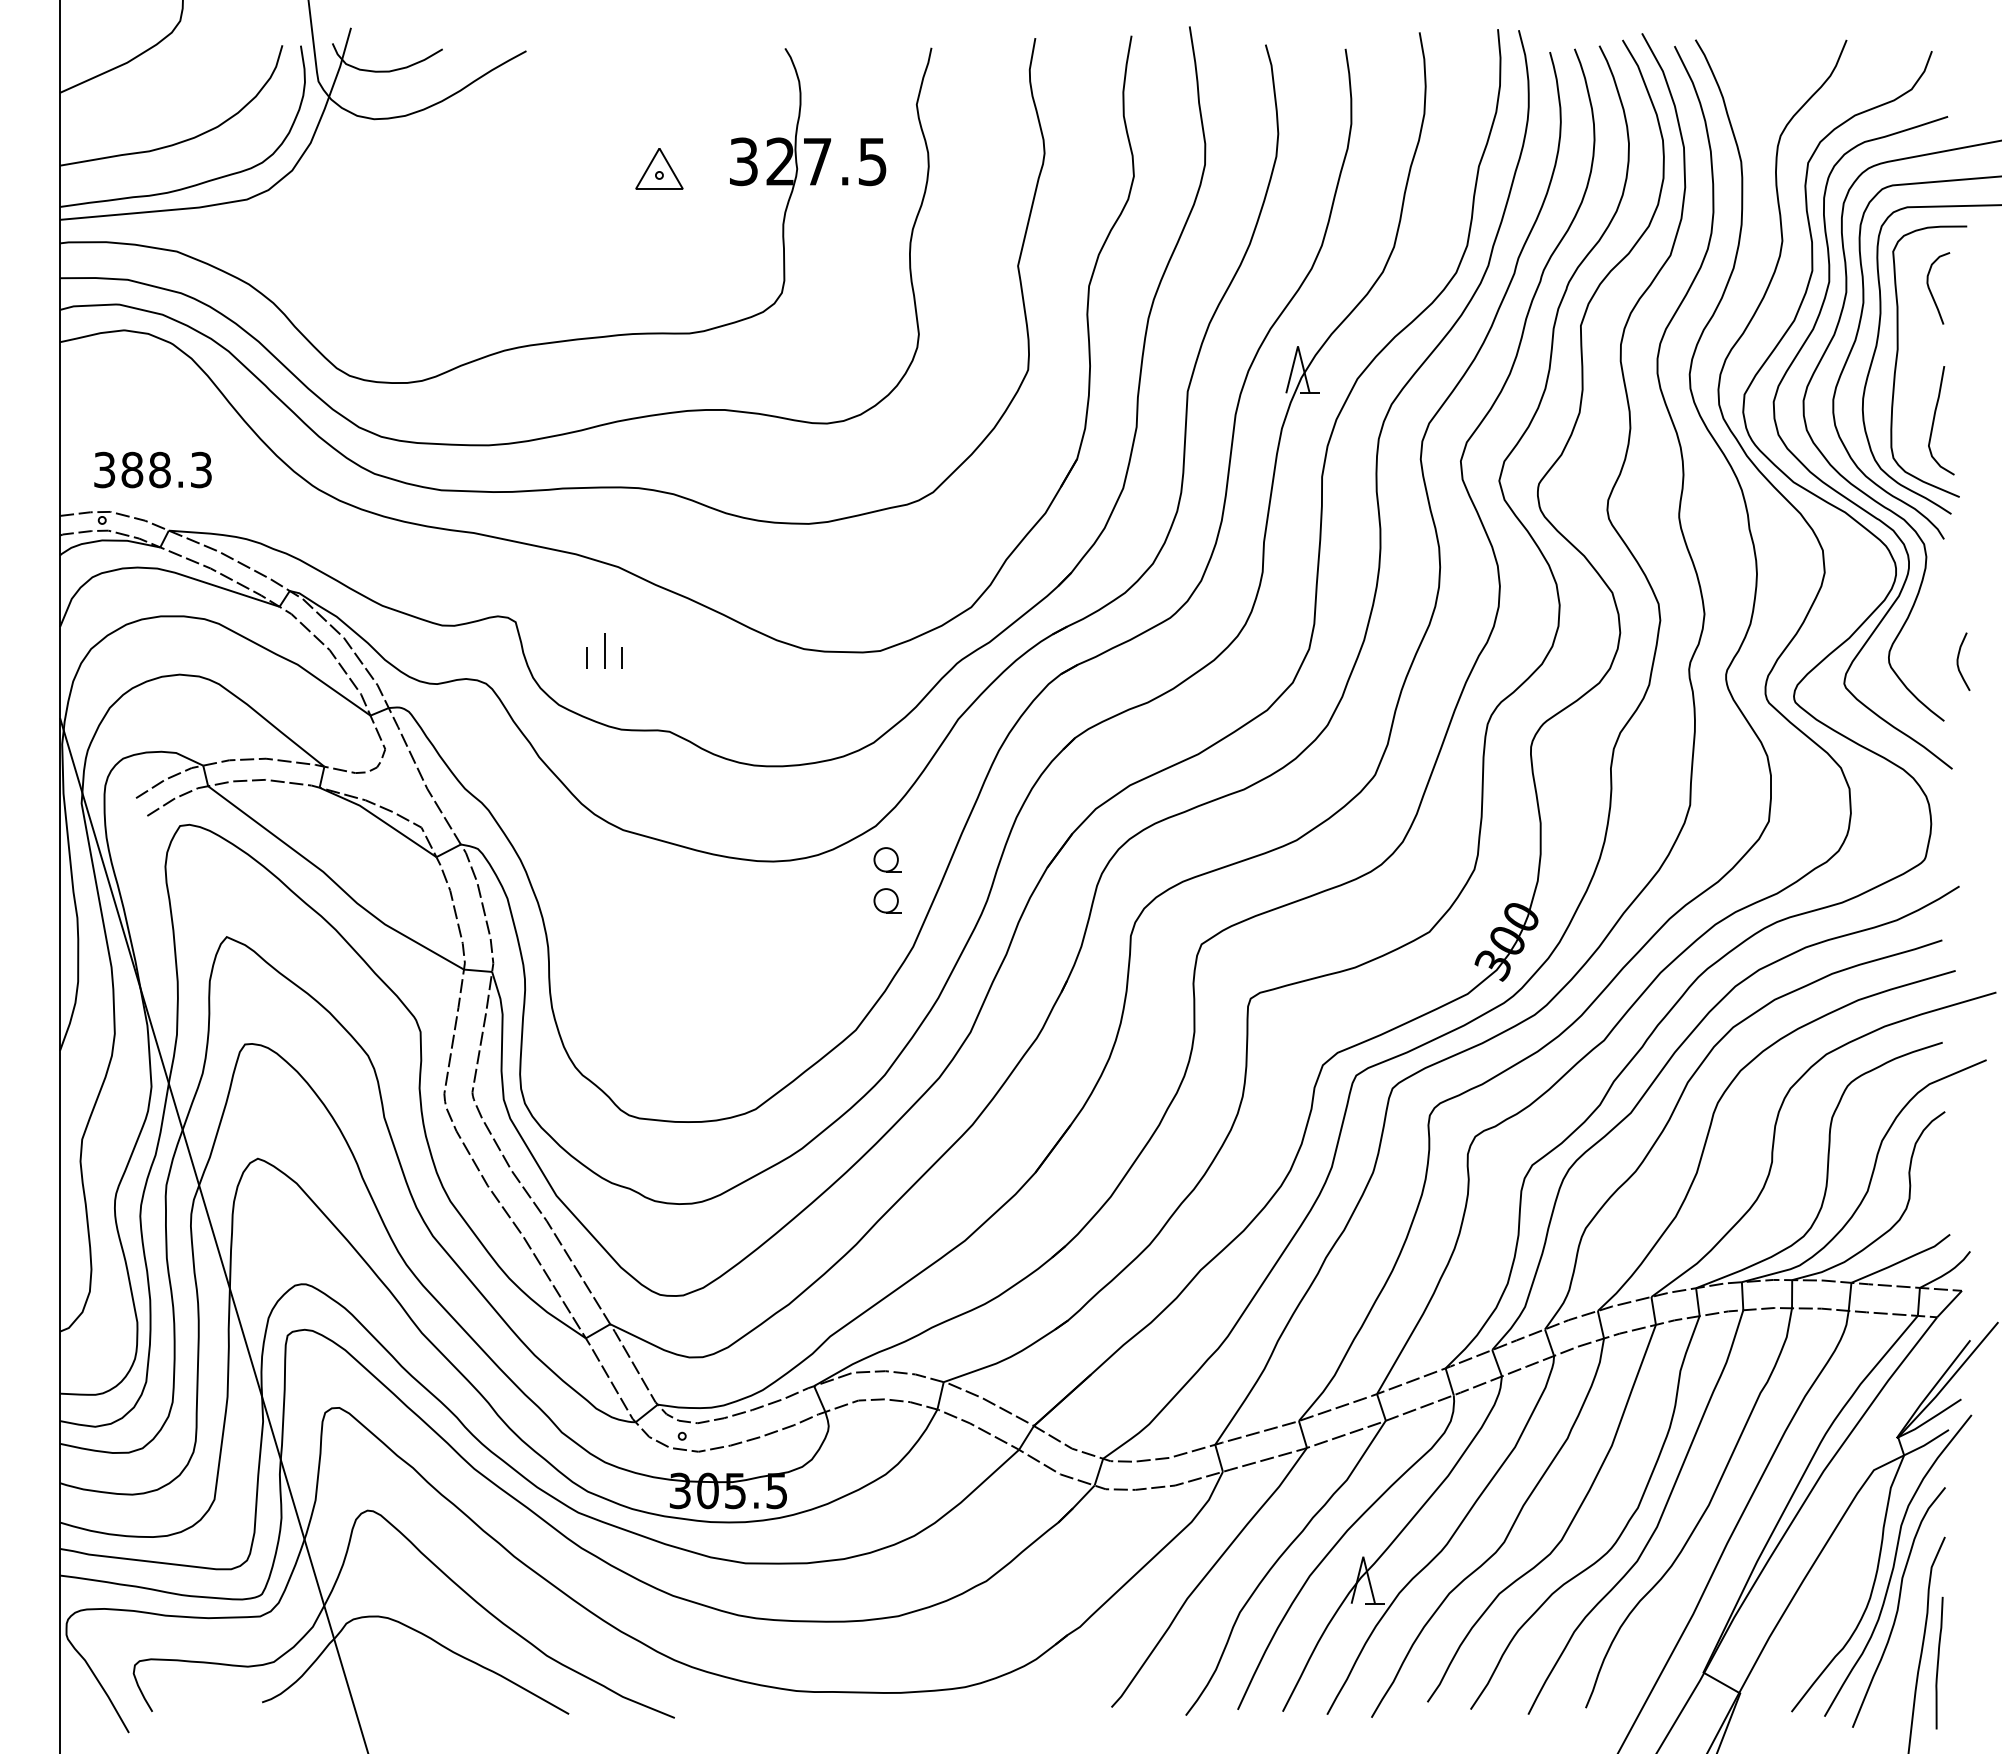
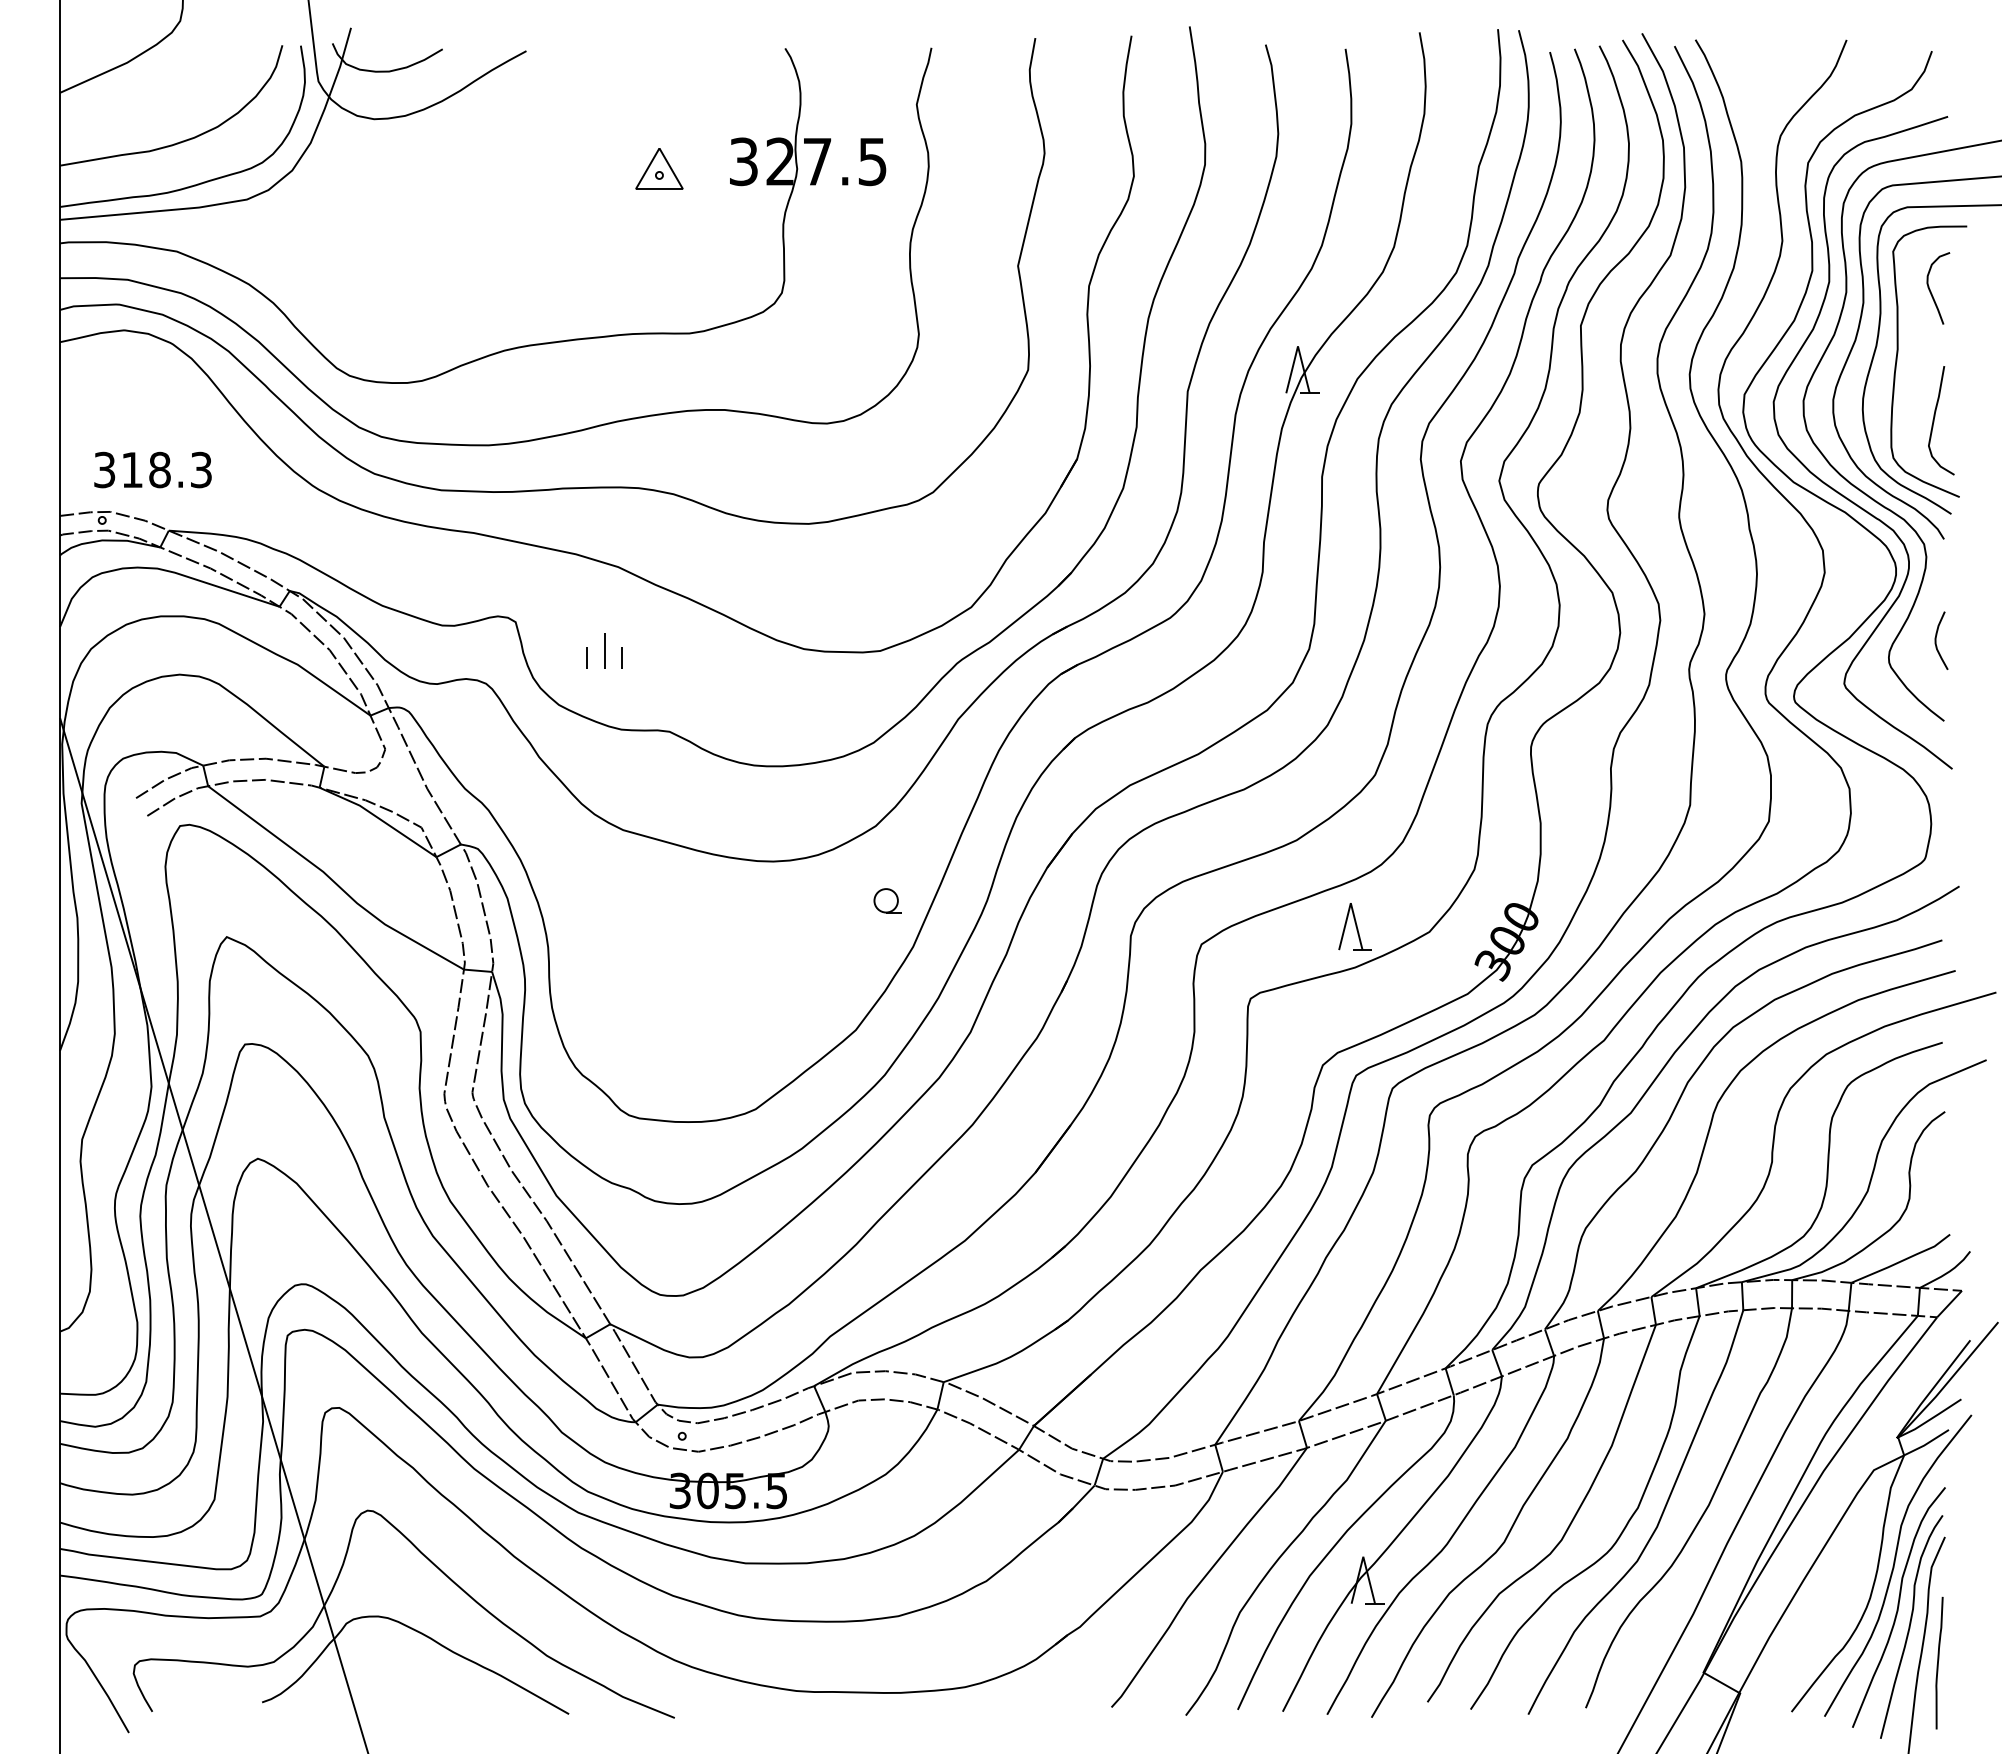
text at (132, 469): 388.3 -> 318.3
curve at (1958, 661) position: (1958, 661) -> (1936, 640)
part at (887, 859): present -> none
part at (1354, 926): none -> present
curve at (1910, 1626): none -> present
